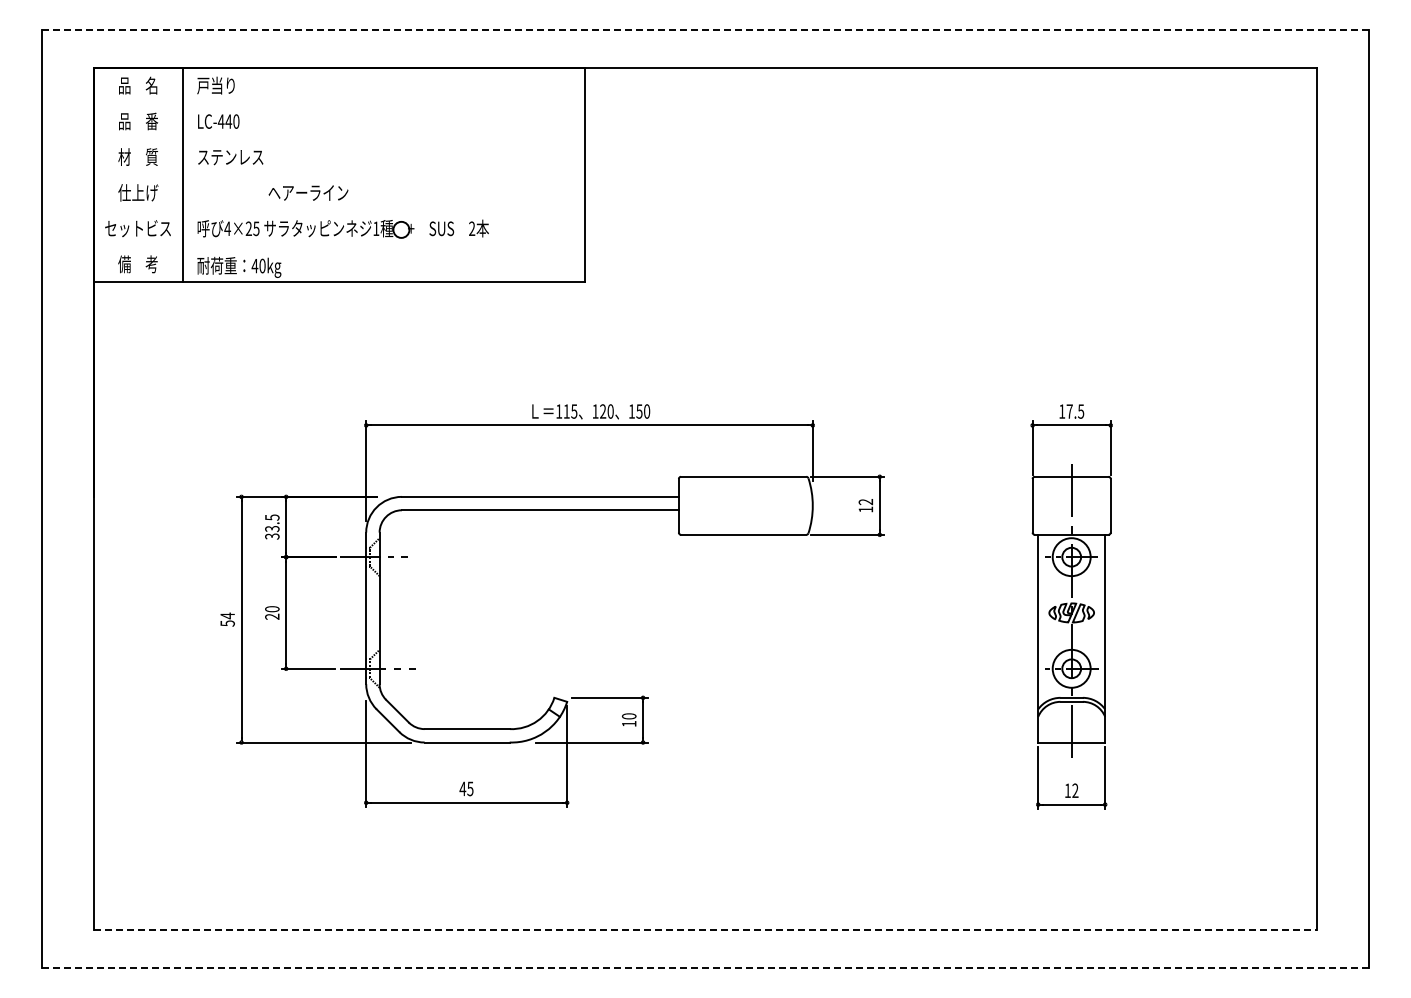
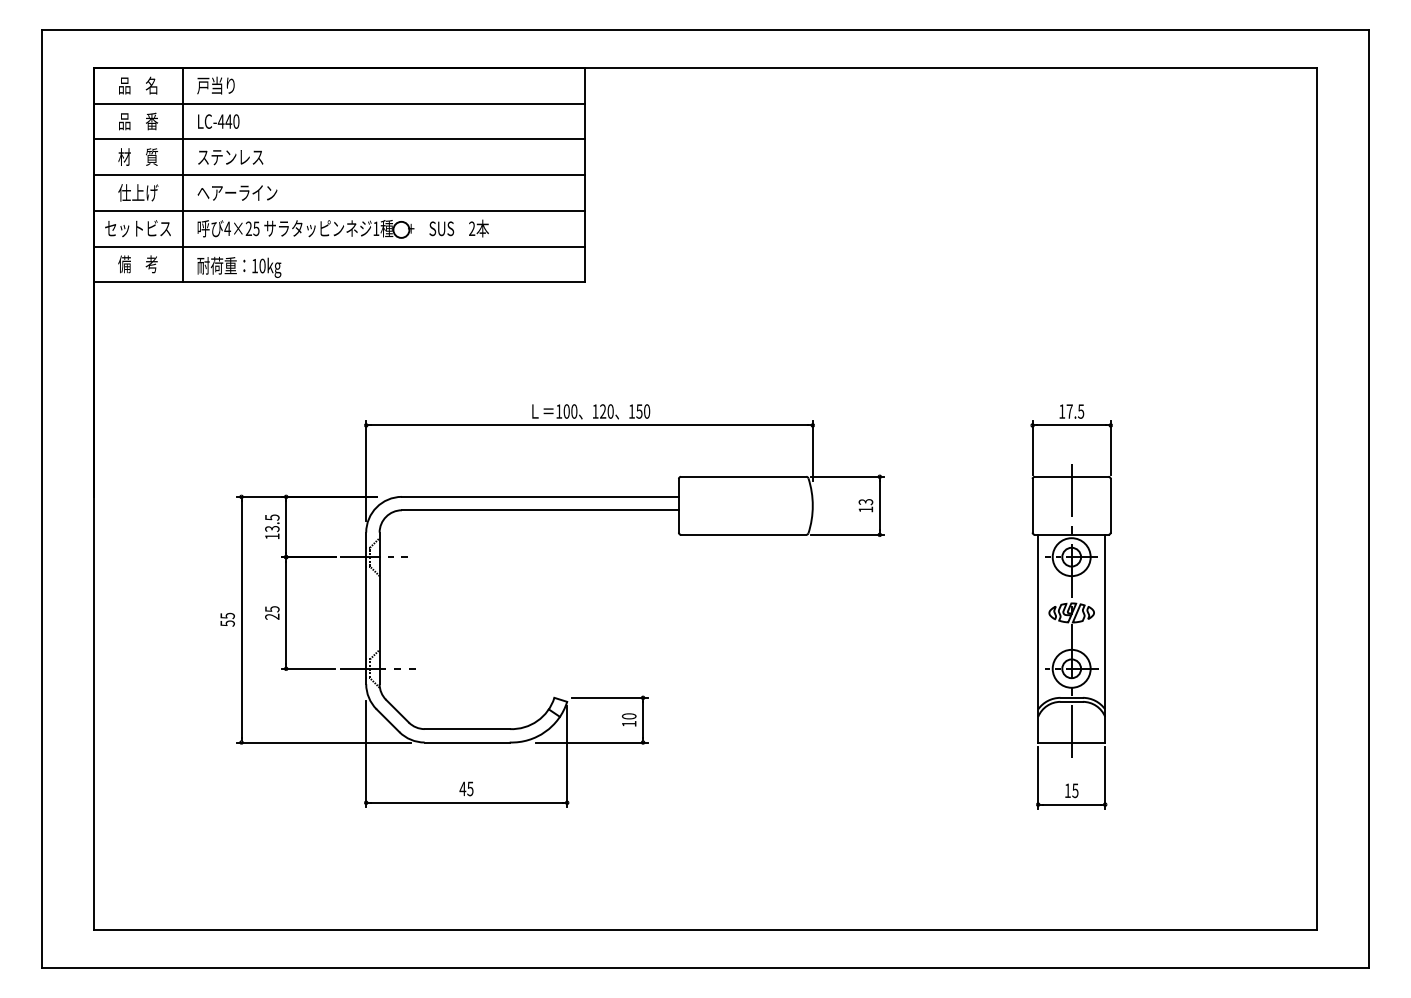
line at (705, 30): dashed -> solid
line at (338, 103): none -> present
line at (338, 139): none -> present
line at (338, 175): none -> present
text at (308, 192) position: (308, 192) -> (237, 192)
line at (338, 210): none -> present
line at (338, 246): none -> present
text at (254, 266): 40kg -> 10kg
text at (570, 411): 115 -> 100
text at (866, 502): 12 -> 13
text at (272, 536): 33.5 -> 13.5
text at (272, 609): 20 -> 25
text at (227, 615): 54 -> 55
text at (1075, 790): 12 -> 15
line at (705, 929): dashed -> solid
line at (705, 967): dashed -> solid
